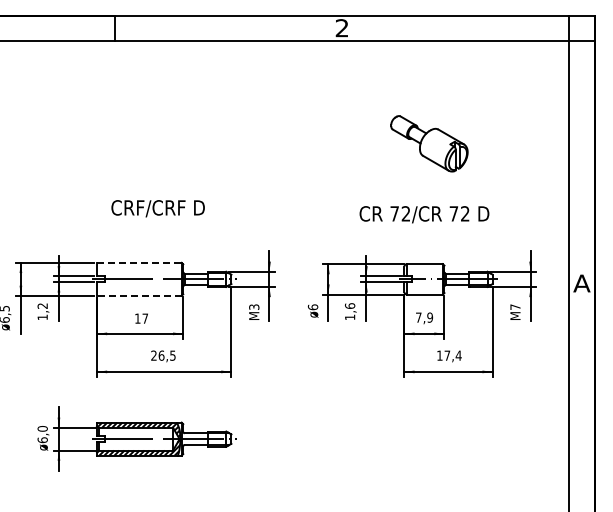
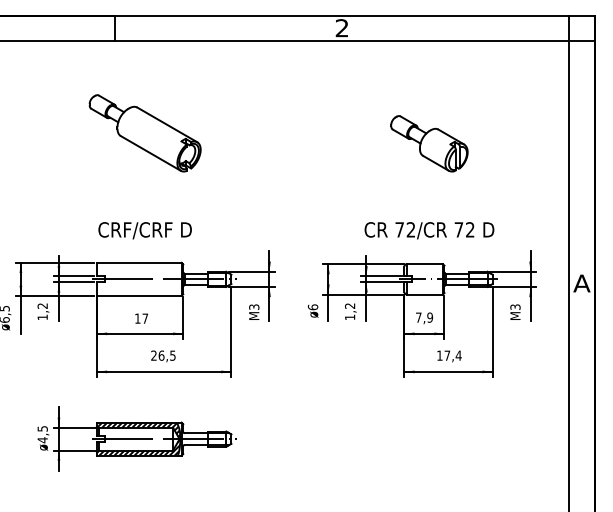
part at (144, 133): none -> present
text at (157, 208) position: (157, 208) -> (144, 230)
text at (424, 214) position: (424, 214) -> (429, 230)
line at (139, 262): dashed -> solid
line at (138, 295): dashed -> solid
text at (349, 305): 1,6 -> 1,2
text at (515, 306): M7 -> M3
text at (42, 434): 6,0 -> 4,5
